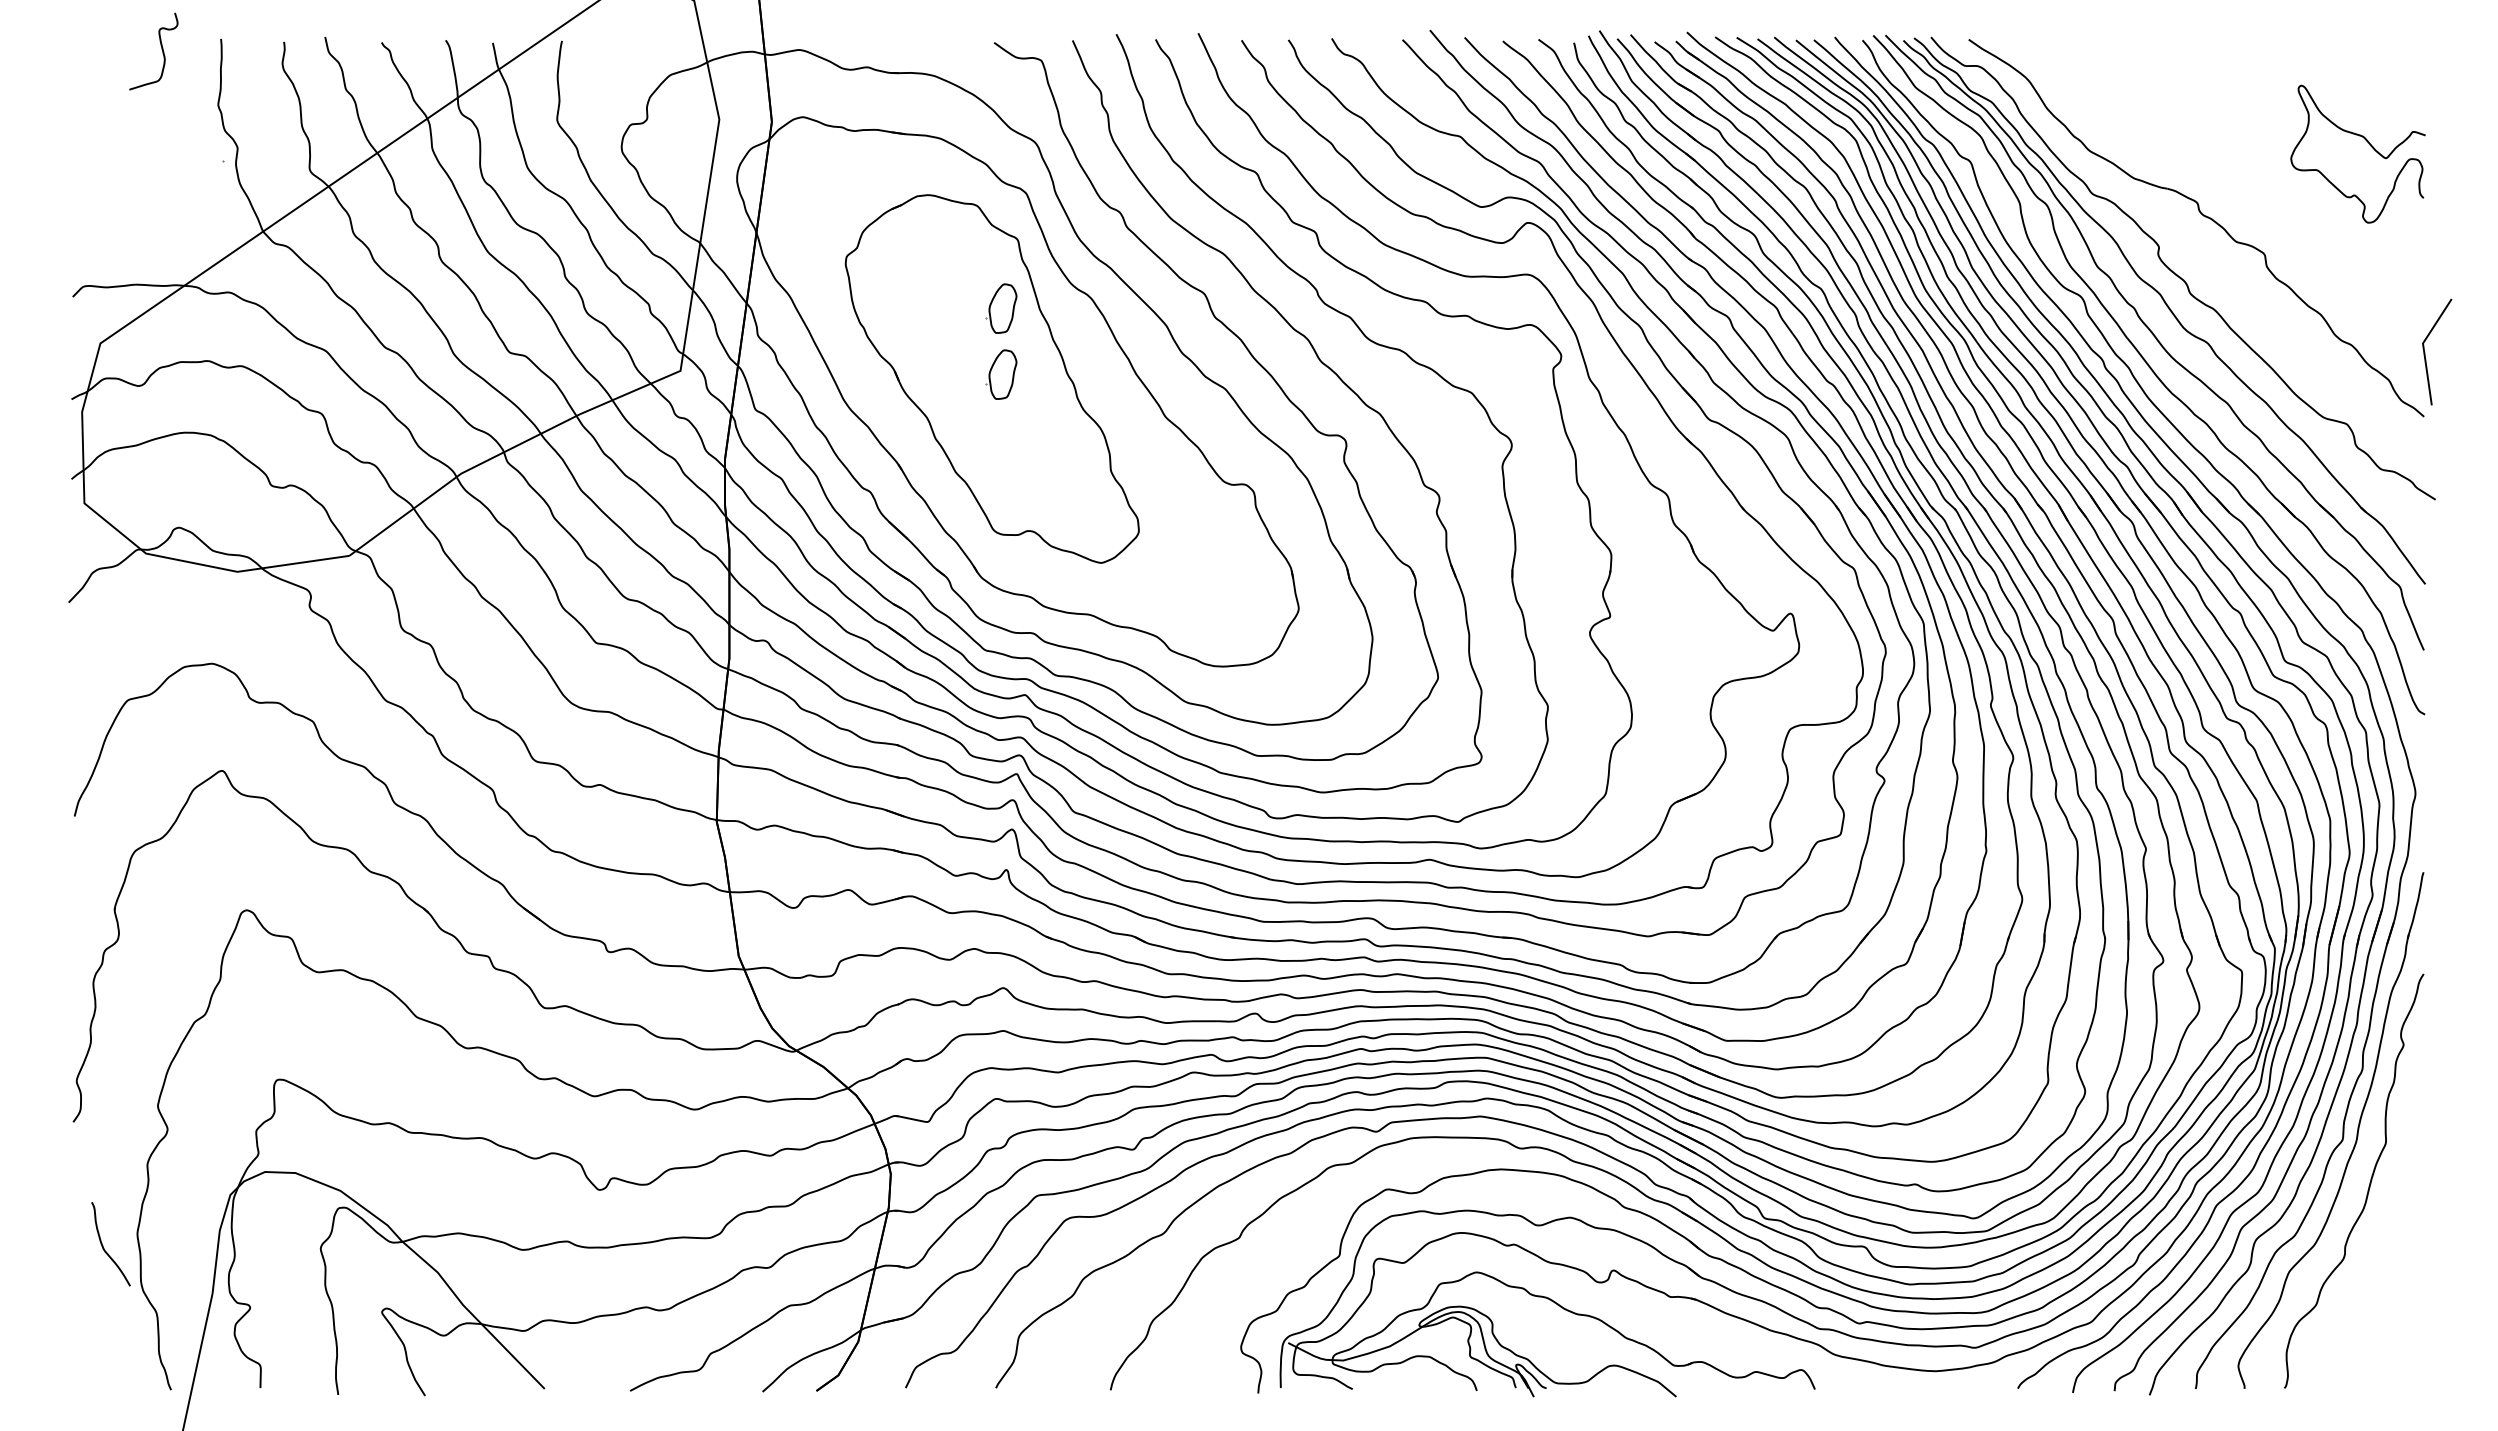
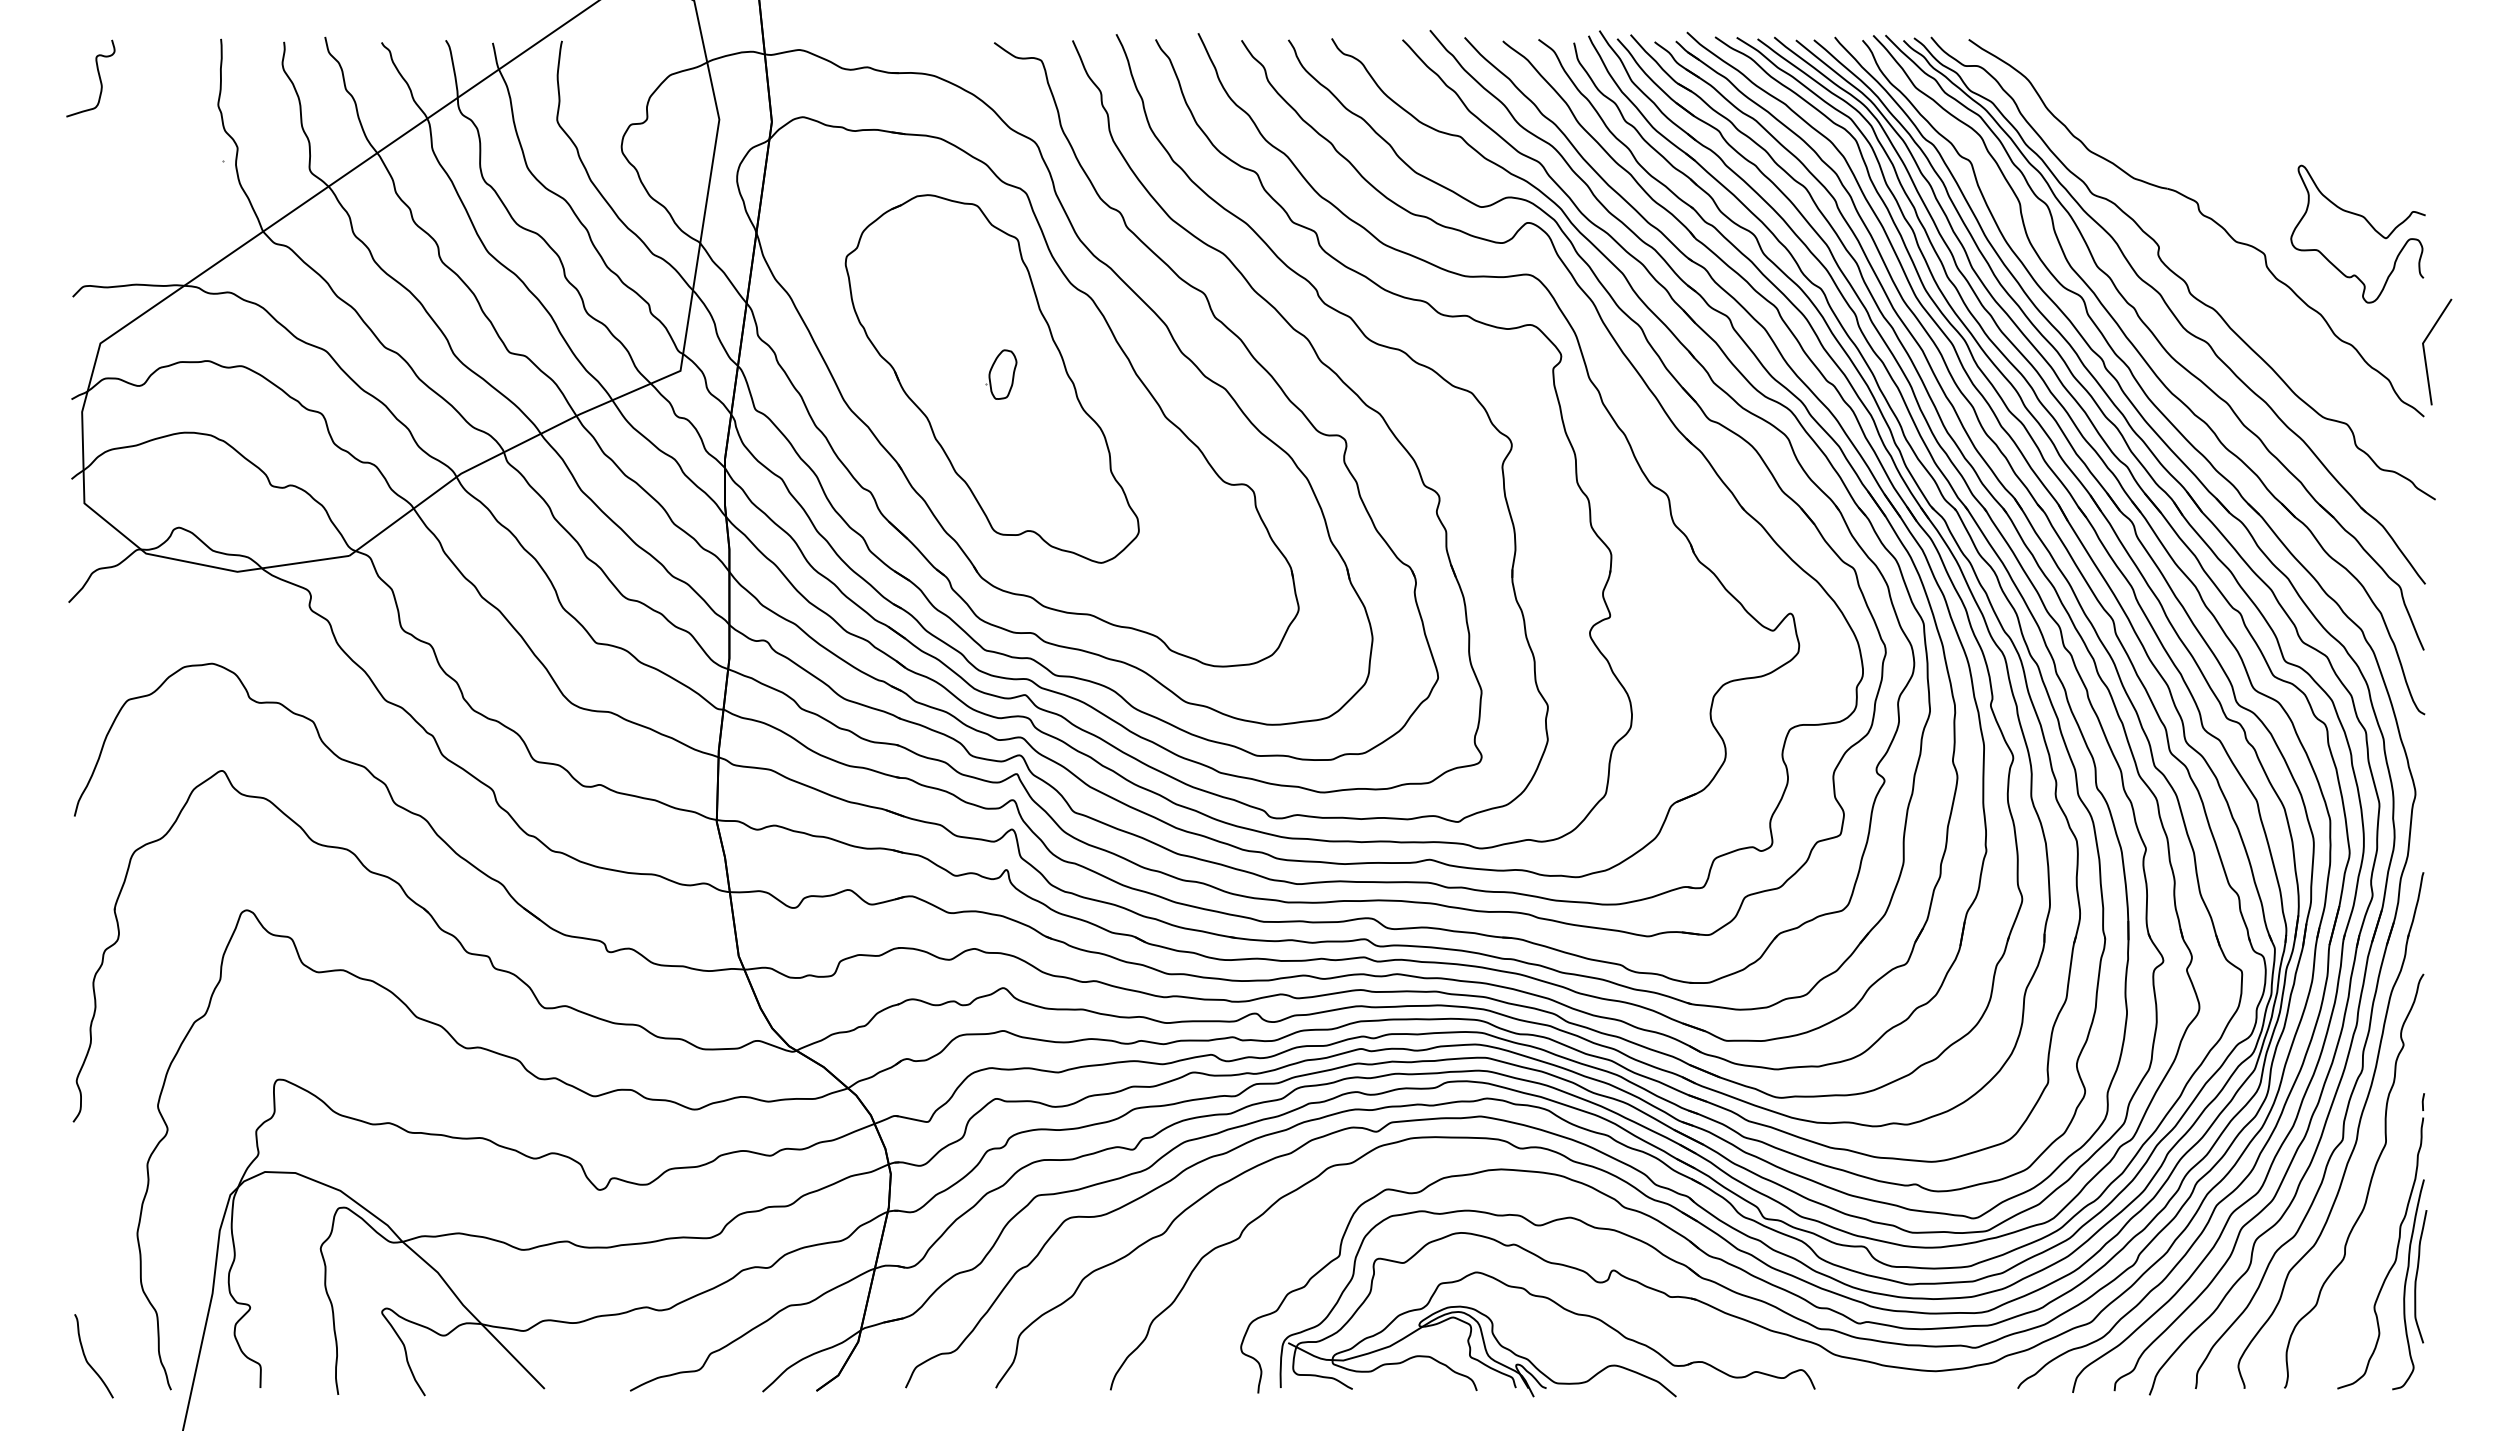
curve at (161, 49) position: (161, 49) -> (98, 76)
curve at (2369, 145) position: (2369, 145) -> (2369, 225)
part at (1001, 308): present -> none
part at (2397, 1242): none -> present
curve at (103, 1245) position: (103, 1245) -> (86, 1357)
